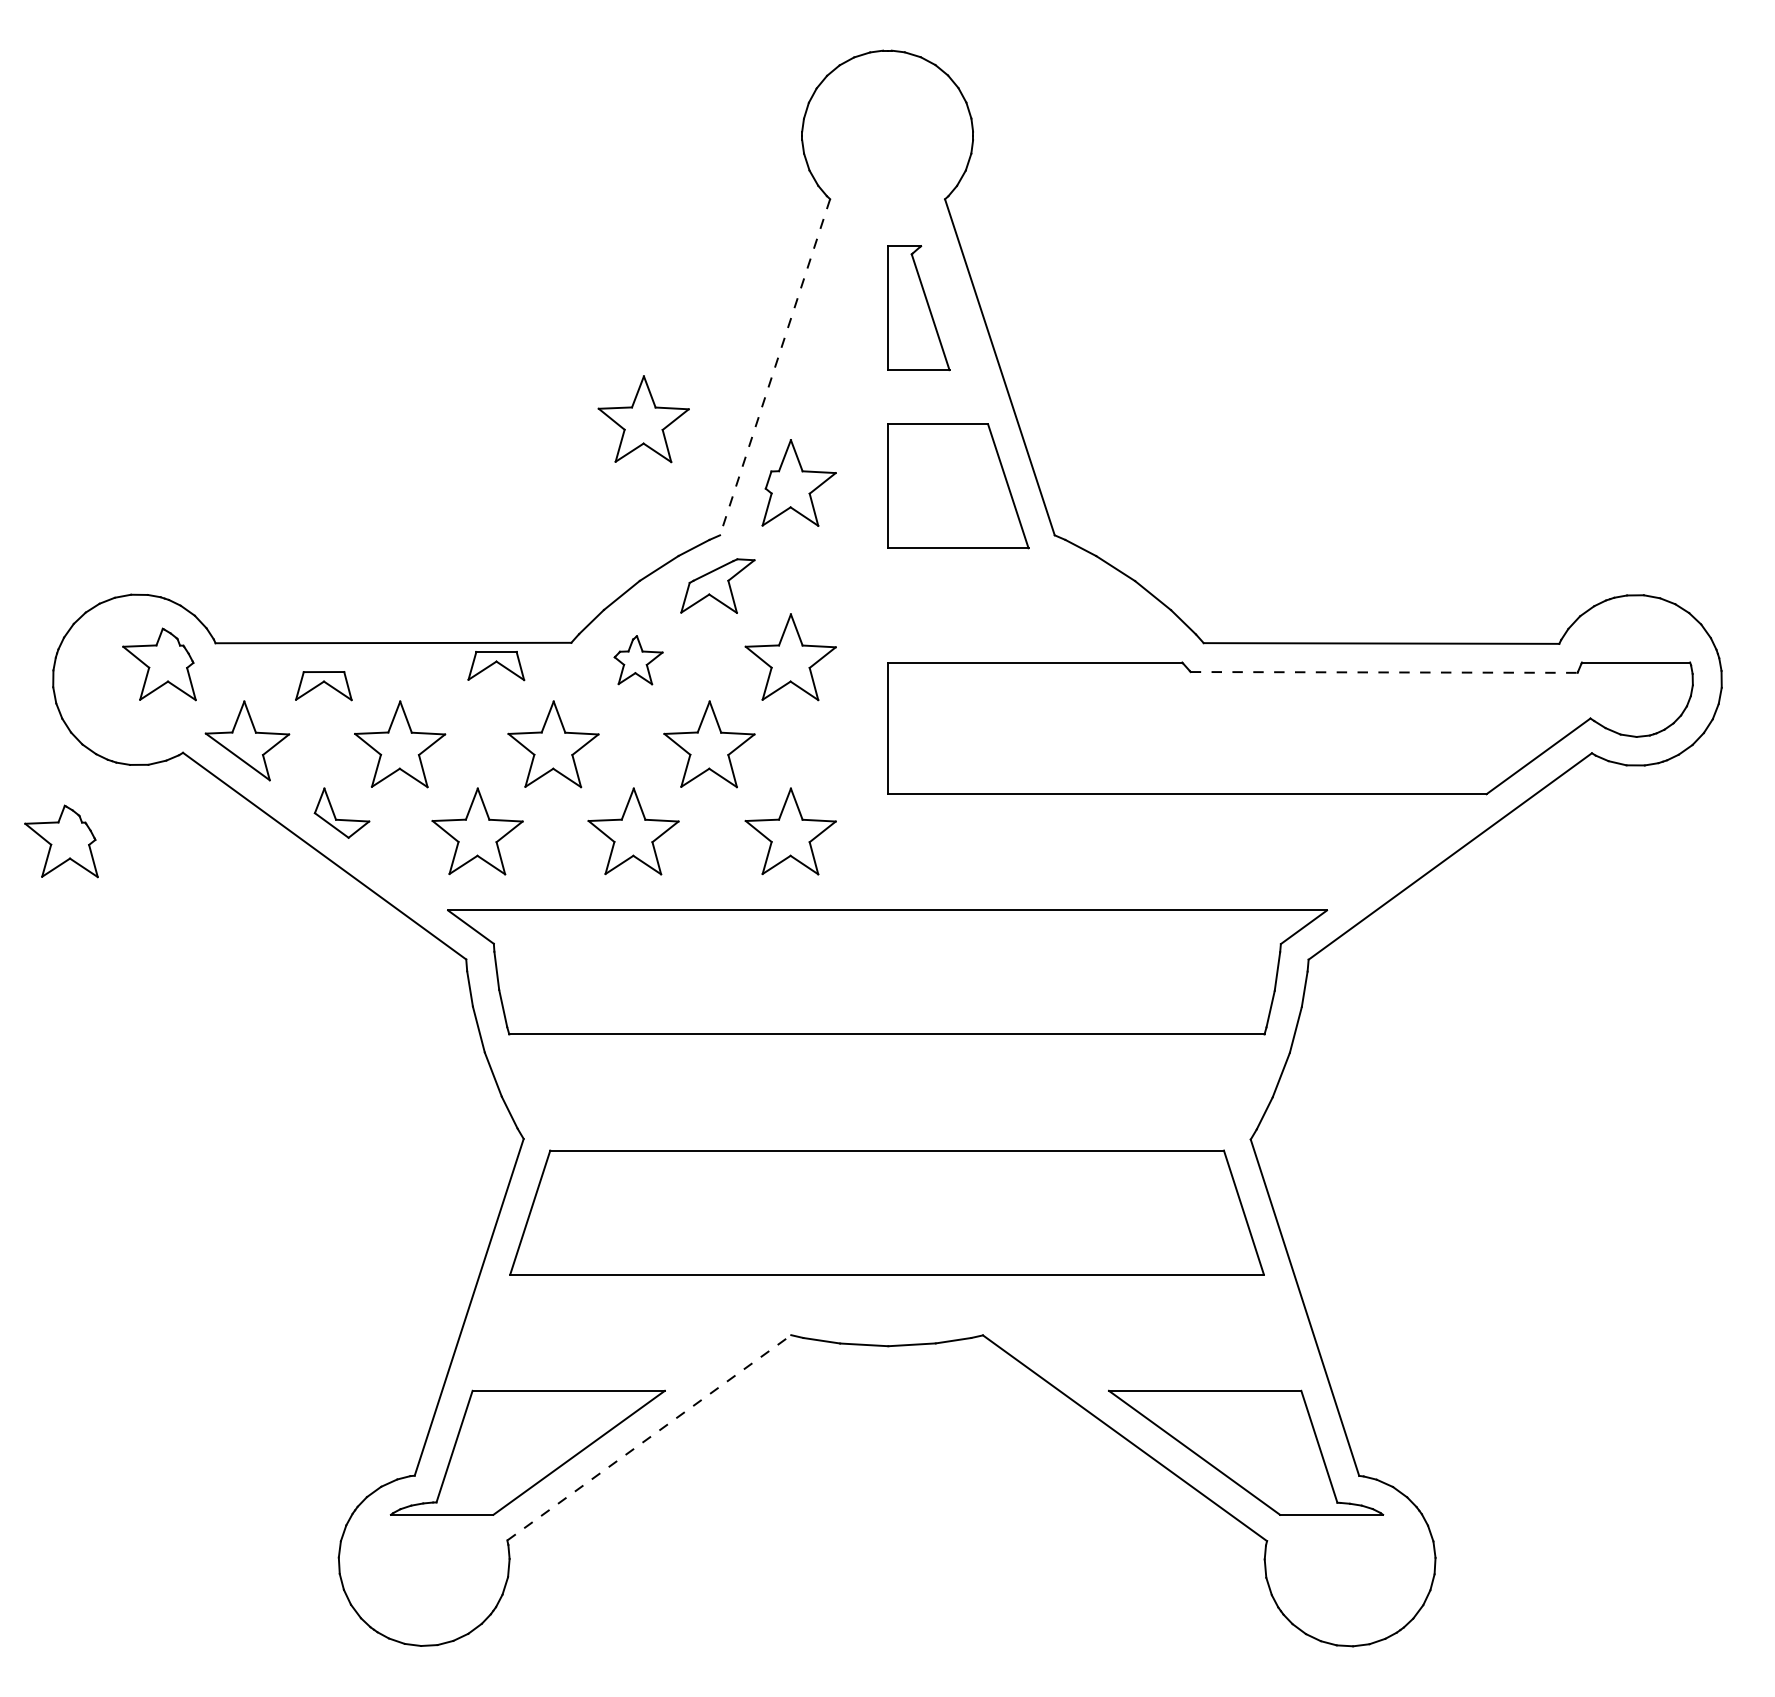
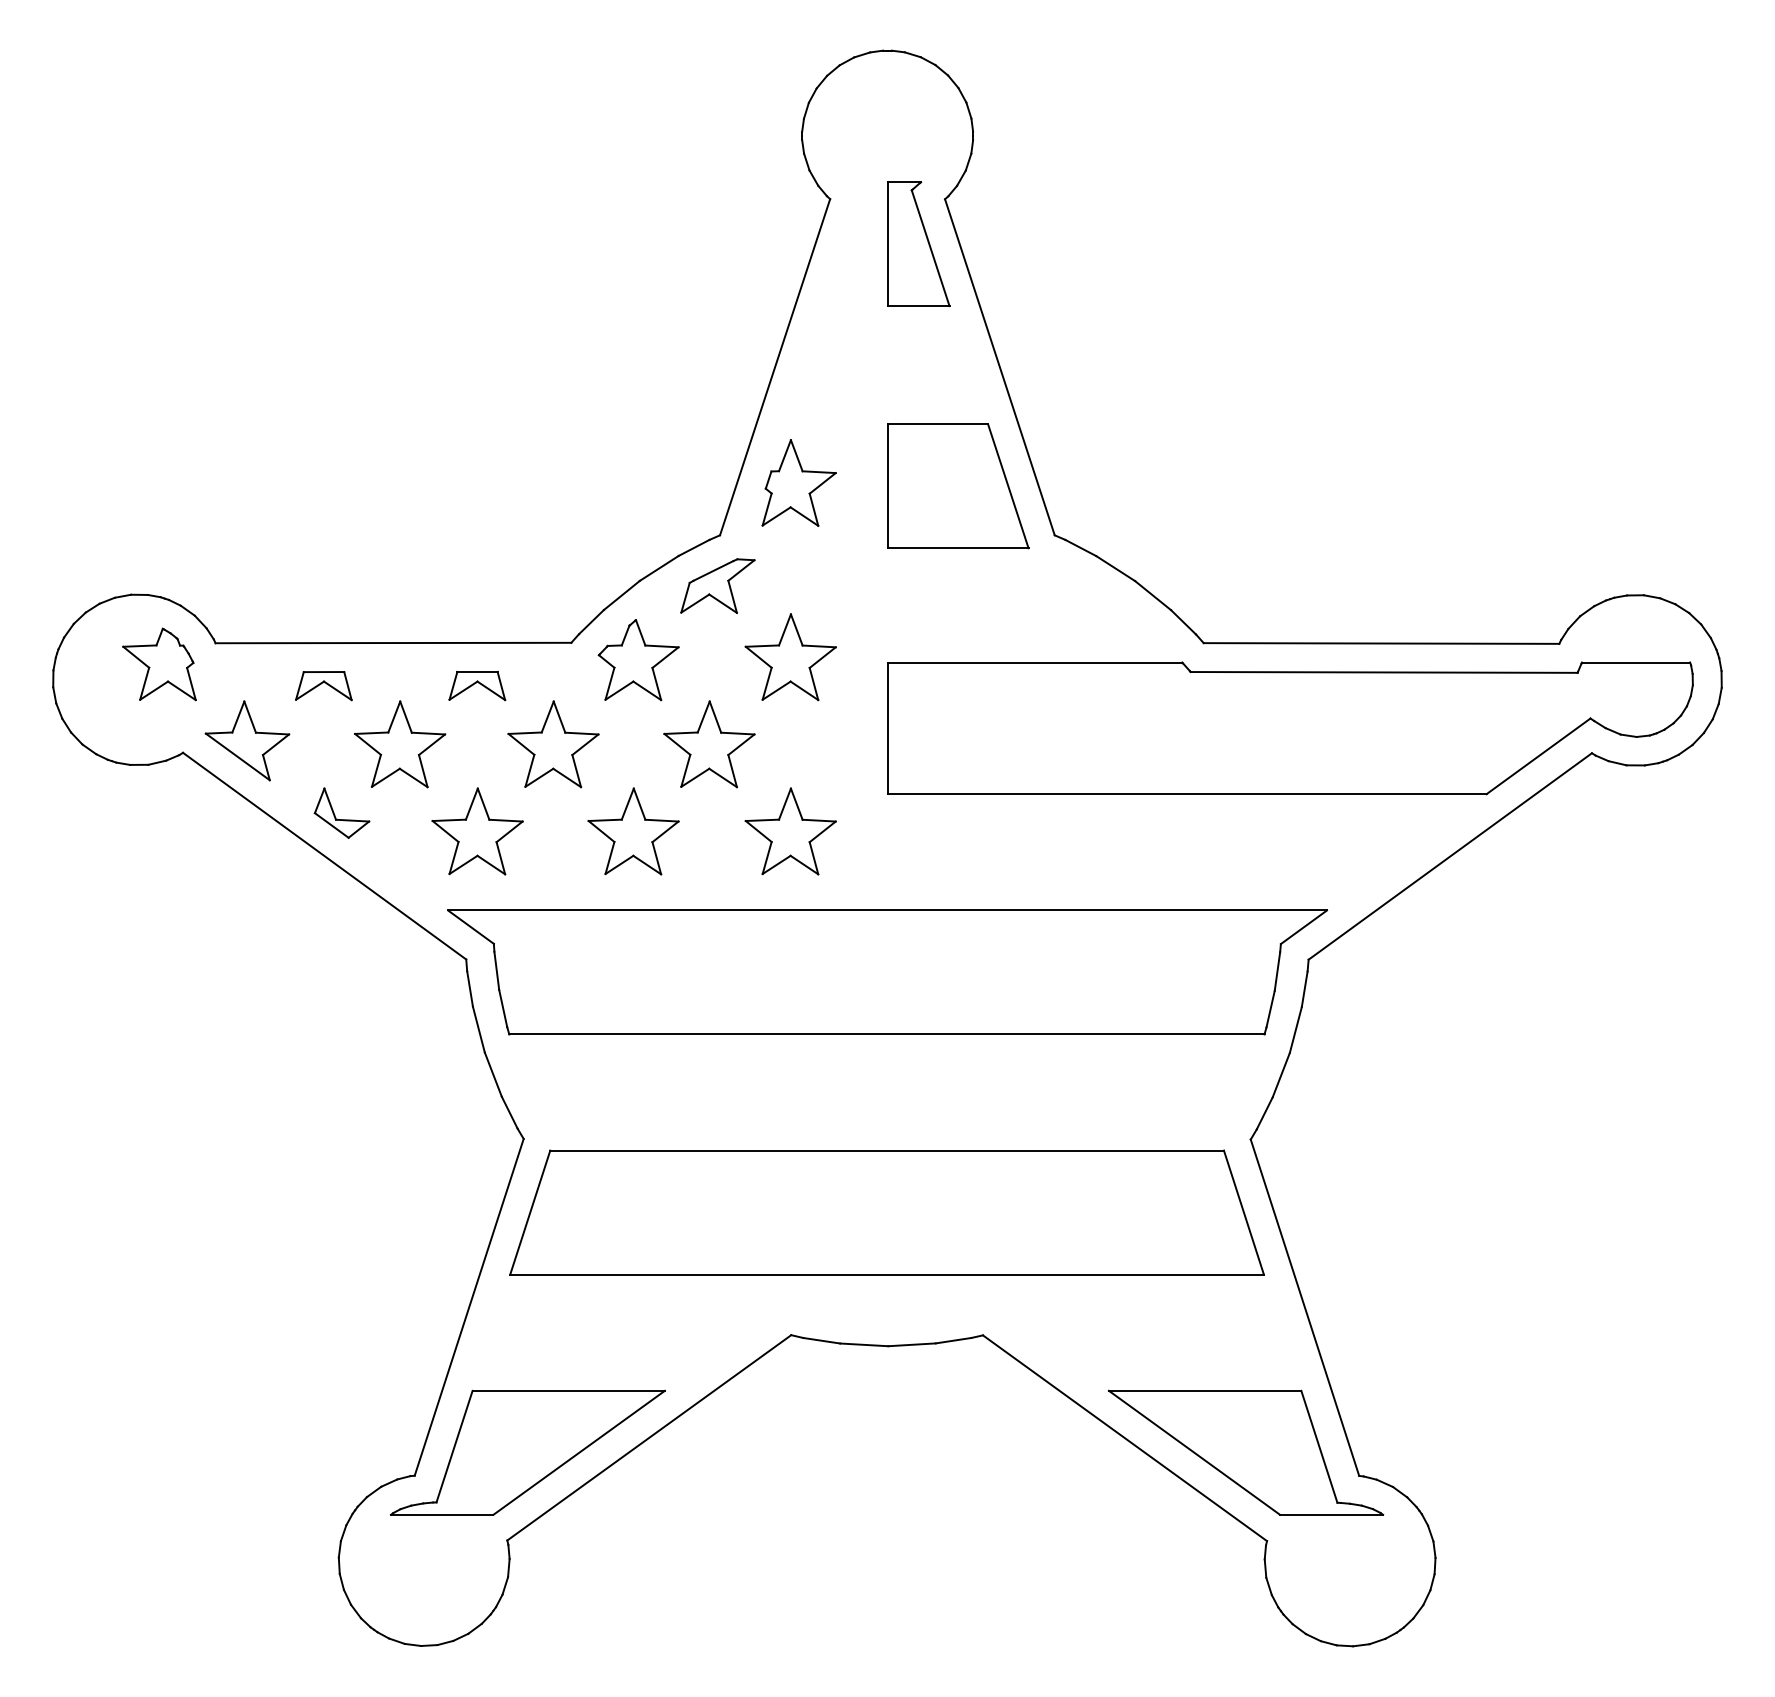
part at (918, 308) position: (918, 308) -> (918, 244)
line at (775, 367): dashed -> solid
part at (643, 419): present -> none
part at (638, 660) size: 51x51 px -> 83x83 px
part at (496, 666) position: (496, 666) -> (477, 686)
line at (1384, 672): dashed -> solid
part at (61, 841): present -> none
line at (649, 1437): dashed -> solid
